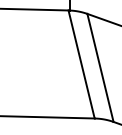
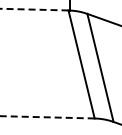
line at (34, 9): solid -> dashed
line at (46, 117): solid -> dashed
